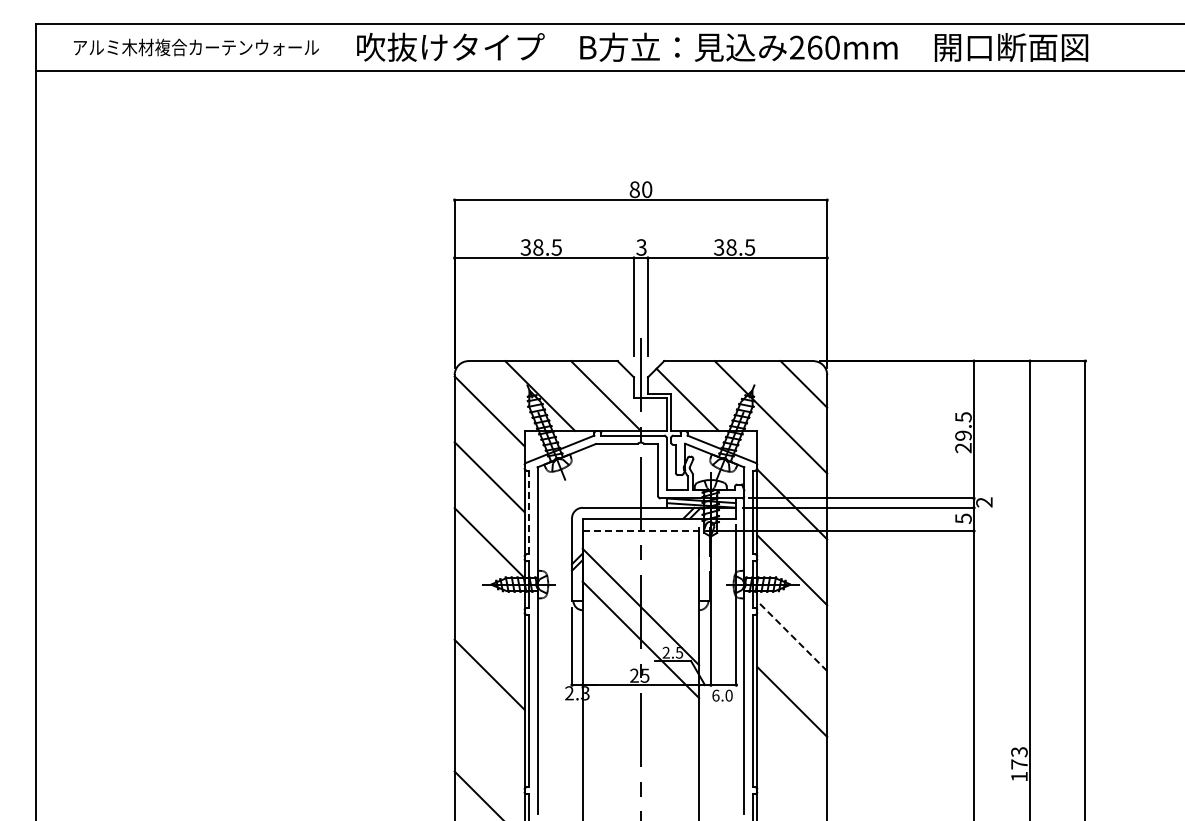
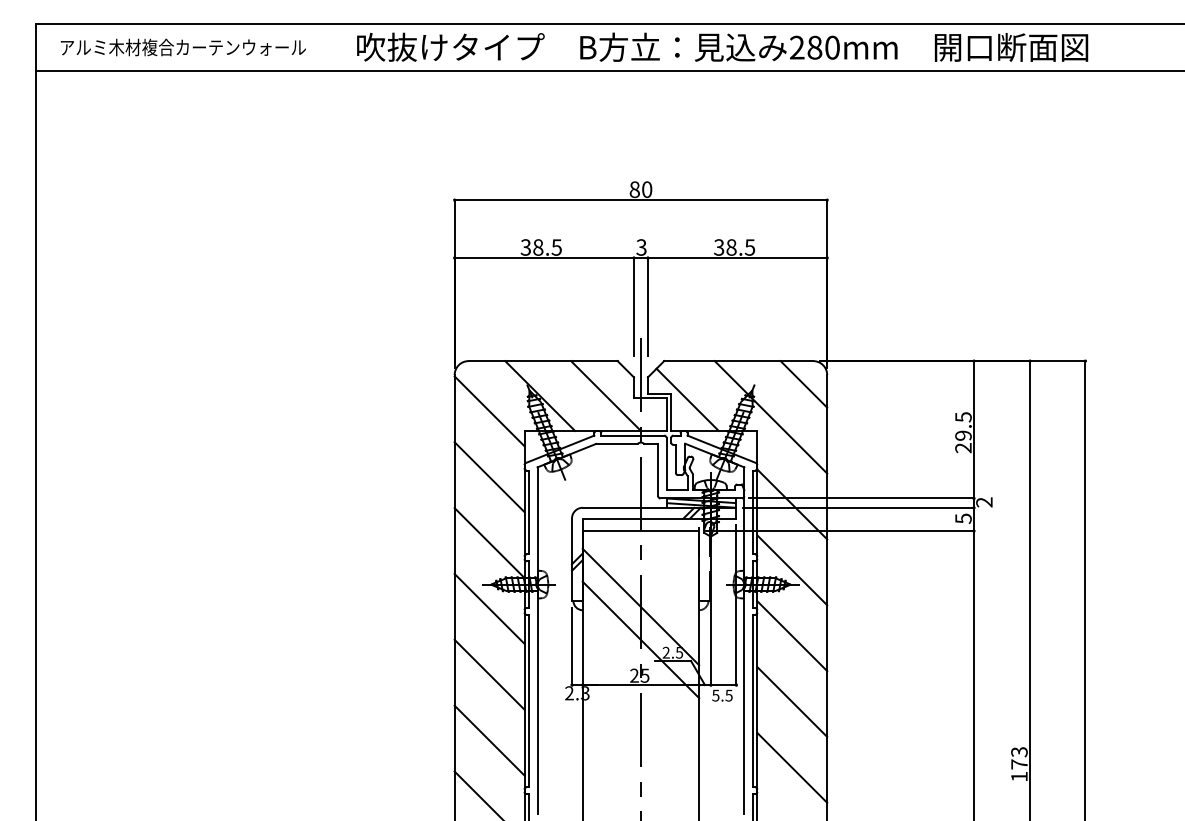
text at (196, 47) position: (196, 47) -> (183, 47)
text at (814, 47): 260mm -> 280mm
line at (529, 512): dashed -> solid
line at (641, 531): dashed -> solid
line at (489, 608): none -> present
line at (791, 635): dashed -> solid
text at (722, 695): 6.0 -> 5.5
line at (489, 740): none -> present
line at (792, 767): none -> present
